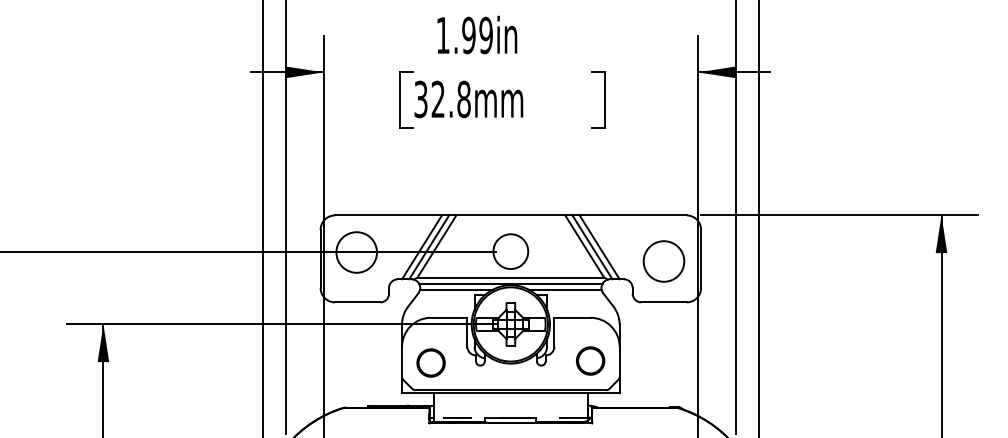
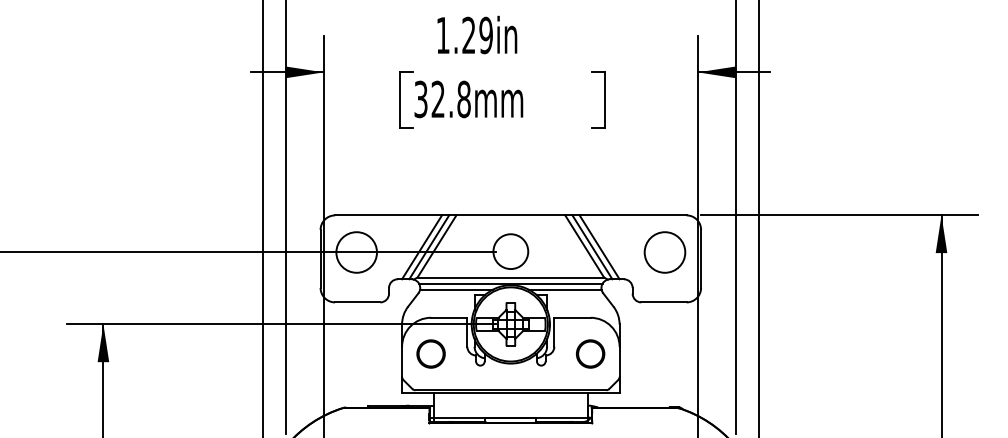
text at (468, 35): 1.99in -> 1.29in
circle at (663, 261) position: (663, 261) -> (664, 252)
part at (590, 360) position: (590, 360) -> (590, 353)
circle at (430, 362) position: (430, 362) -> (430, 353)
line at (510, 417): dashed -> solid
